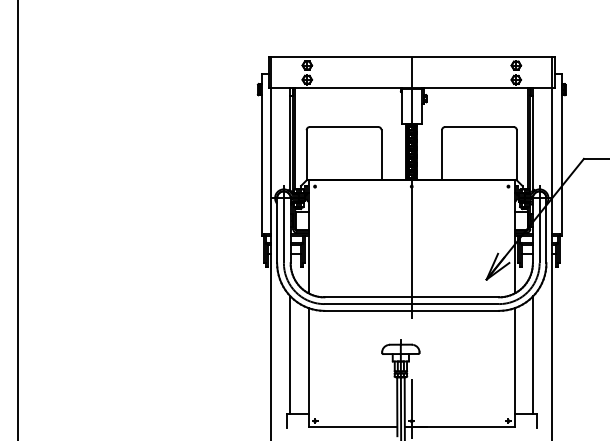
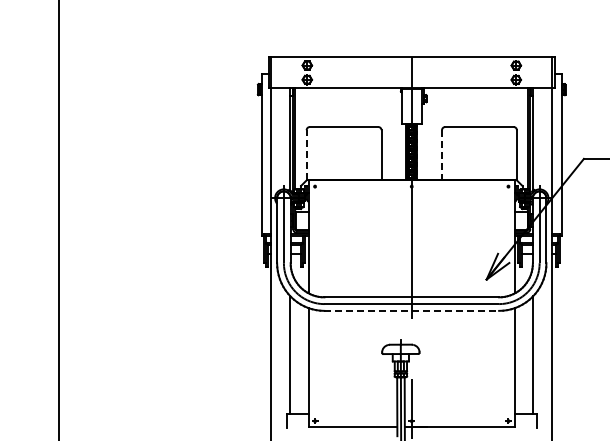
line at (306, 154): solid -> dashed
line at (442, 154): solid -> dashed
line at (18, 219) position: (18, 219) -> (59, 219)
line at (412, 310): solid -> dashed
